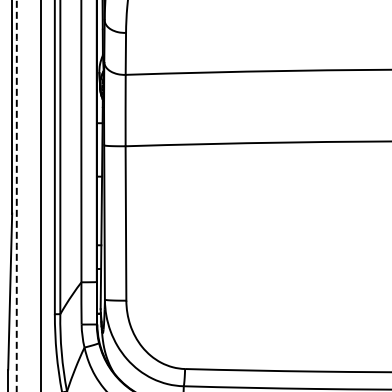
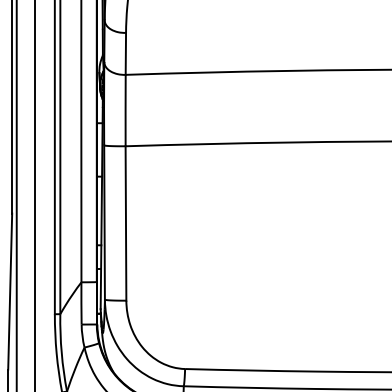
arc at (16, 195): dashed -> solid
line at (40, 195) position: (40, 195) -> (34, 195)
